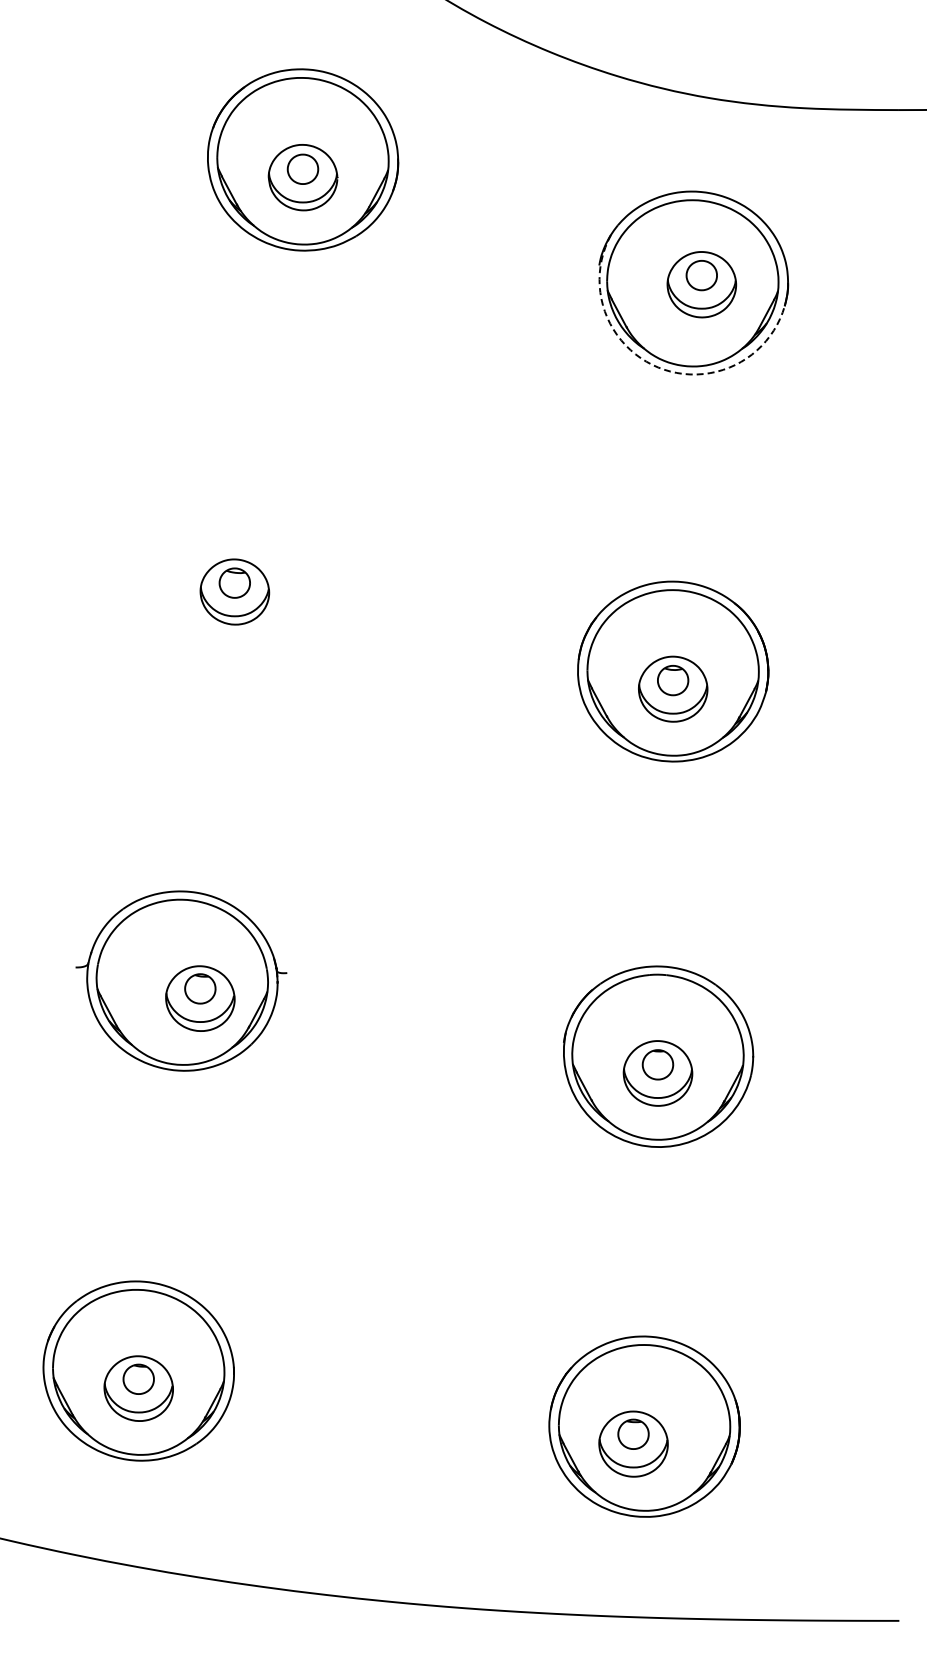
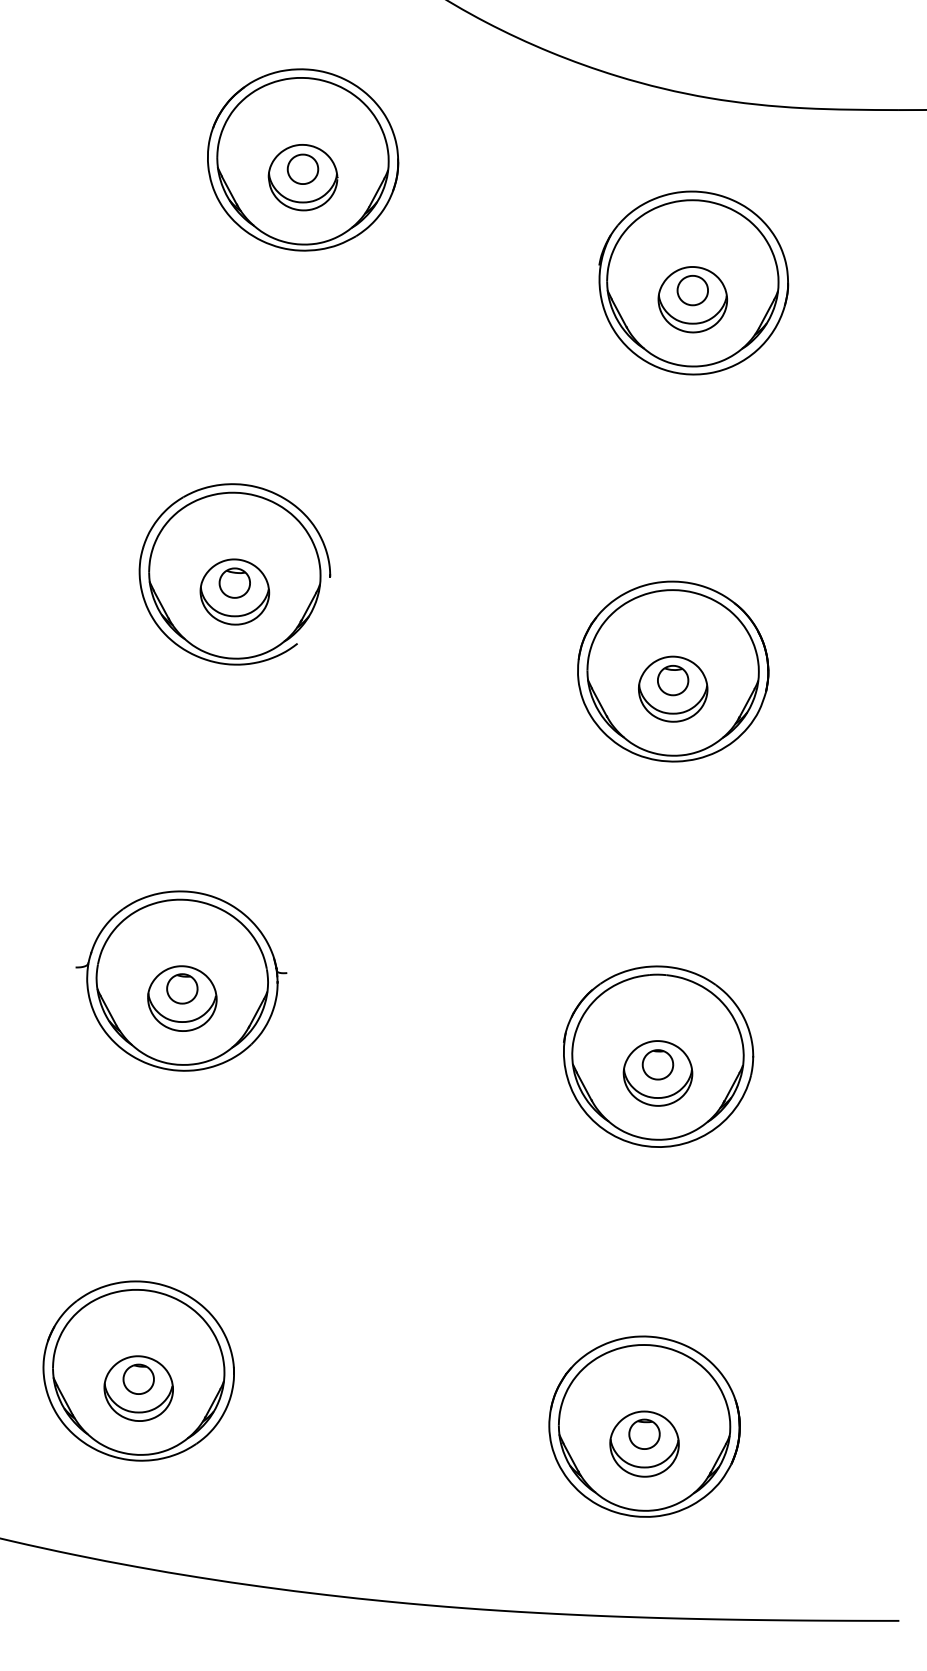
part at (701, 284) position: (701, 284) -> (692, 299)
arc at (658, 367): dashed -> solid
part at (234, 574): none -> present
part at (200, 998) position: (200, 998) -> (182, 998)
part at (633, 1443) position: (633, 1443) -> (644, 1443)
